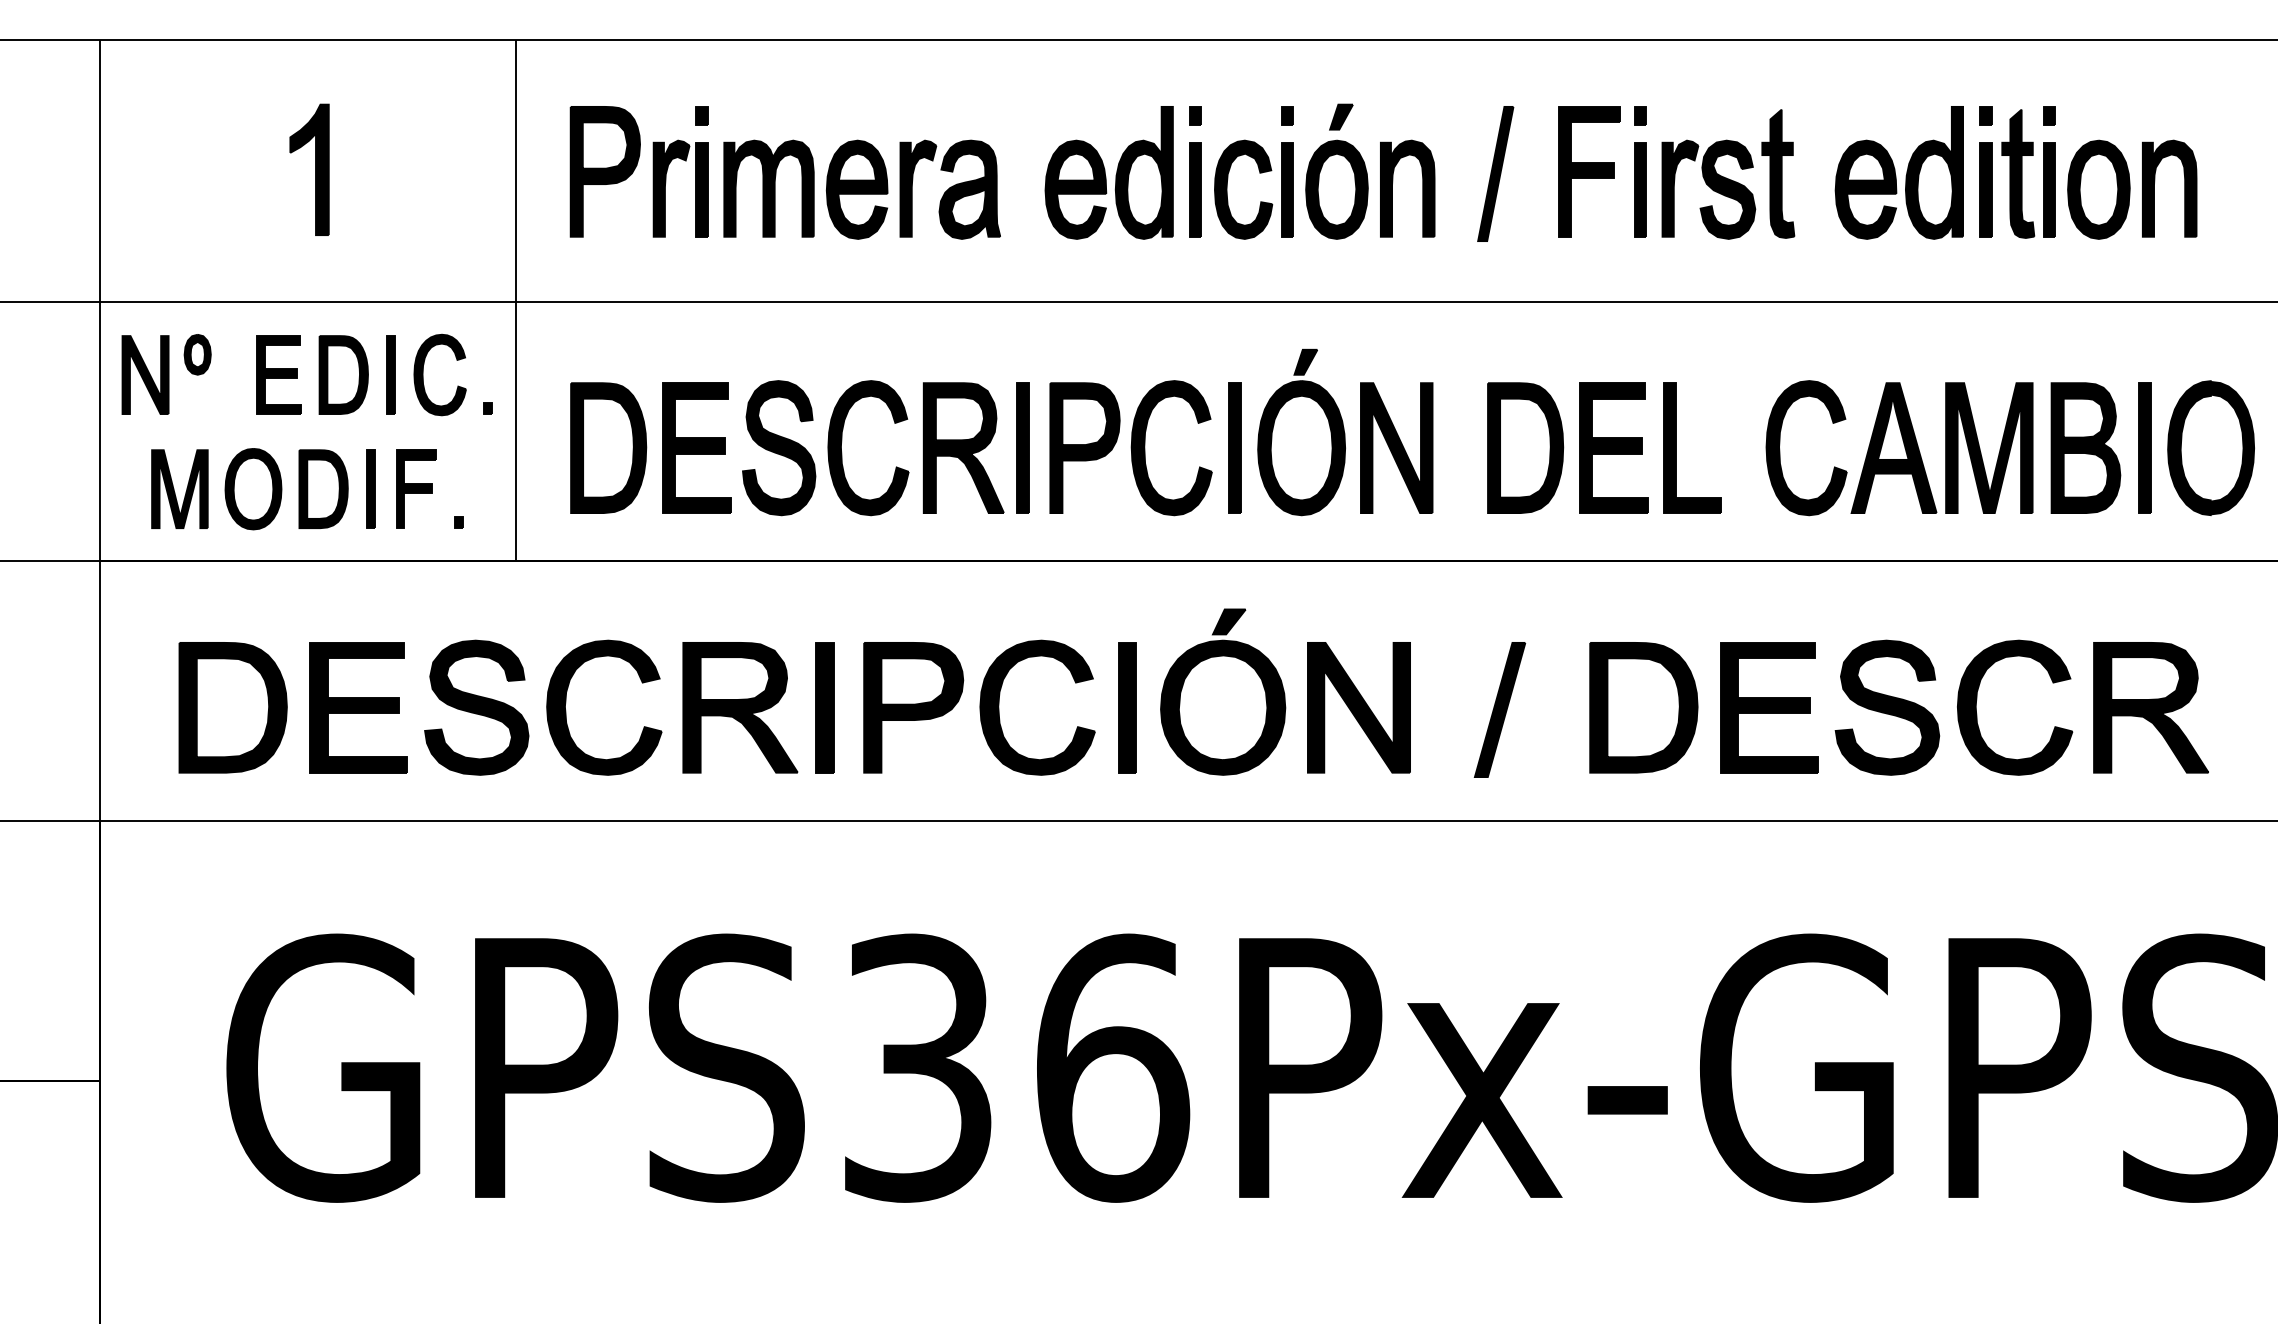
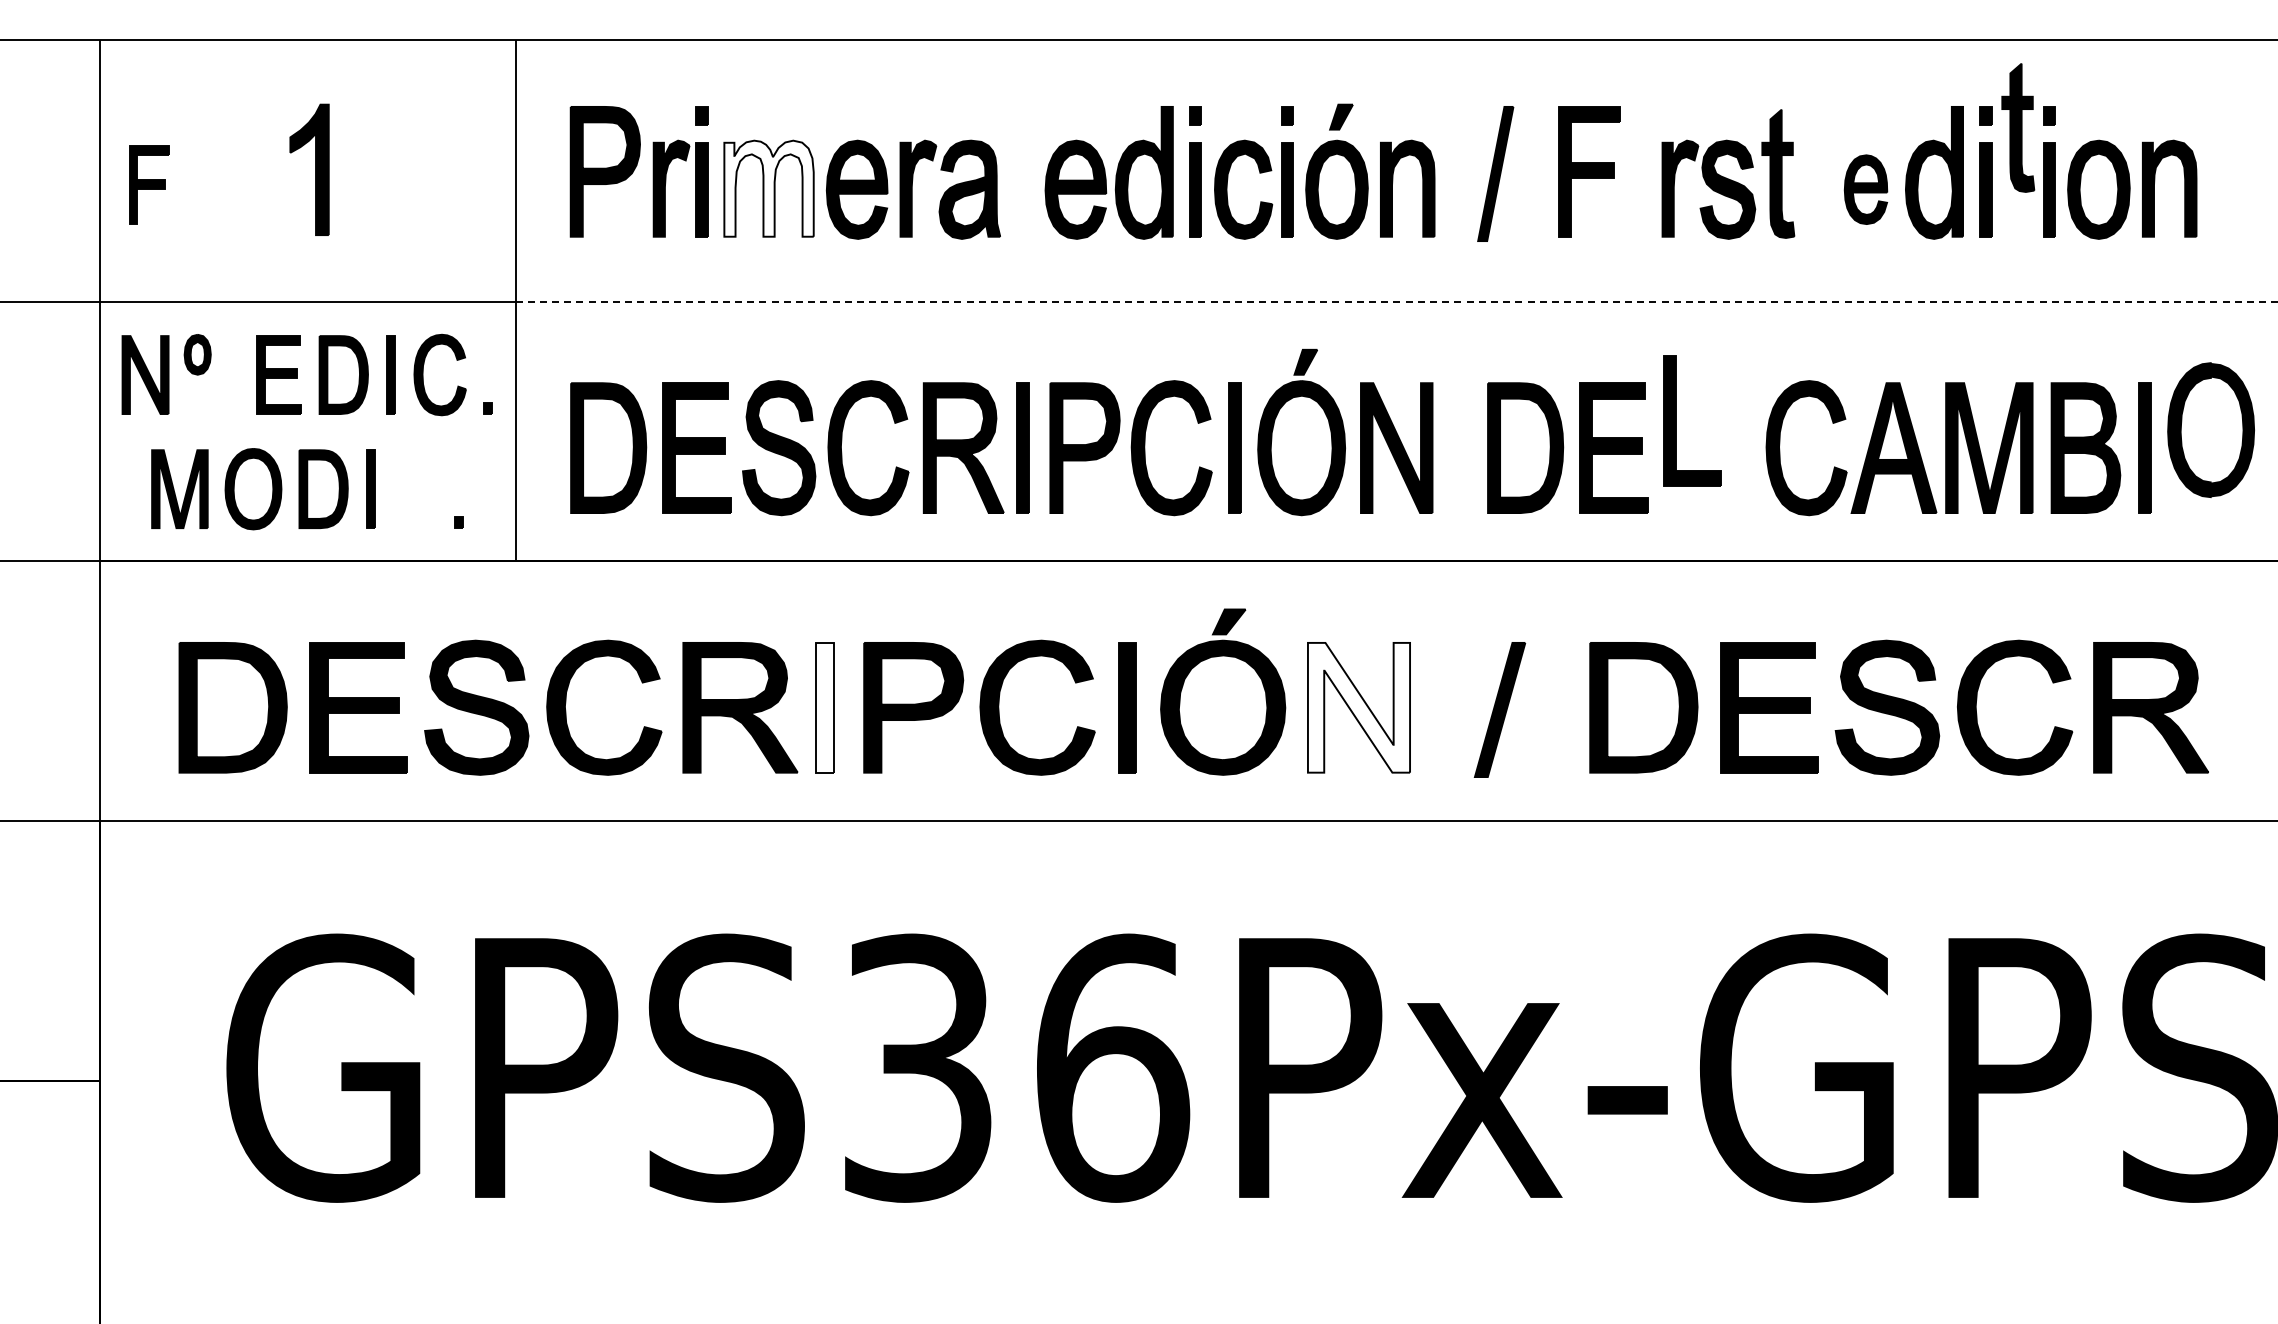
part at (1640, 171): present -> none
part at (2018, 173) position: (2018, 173) -> (2018, 127)
fill at (768, 188): present -> none
part at (1865, 189) size: 64x101 px -> 46x71 px
line at (1397, 301): solid -> dashed
part at (1676, 447) position: (1676, 447) -> (1676, 420)
part at (2210, 447) position: (2210, 447) -> (2210, 429)
part at (416, 488) position: (416, 488) -> (149, 184)
fill at (824, 707): present -> none
fill at (1358, 707): present -> none
